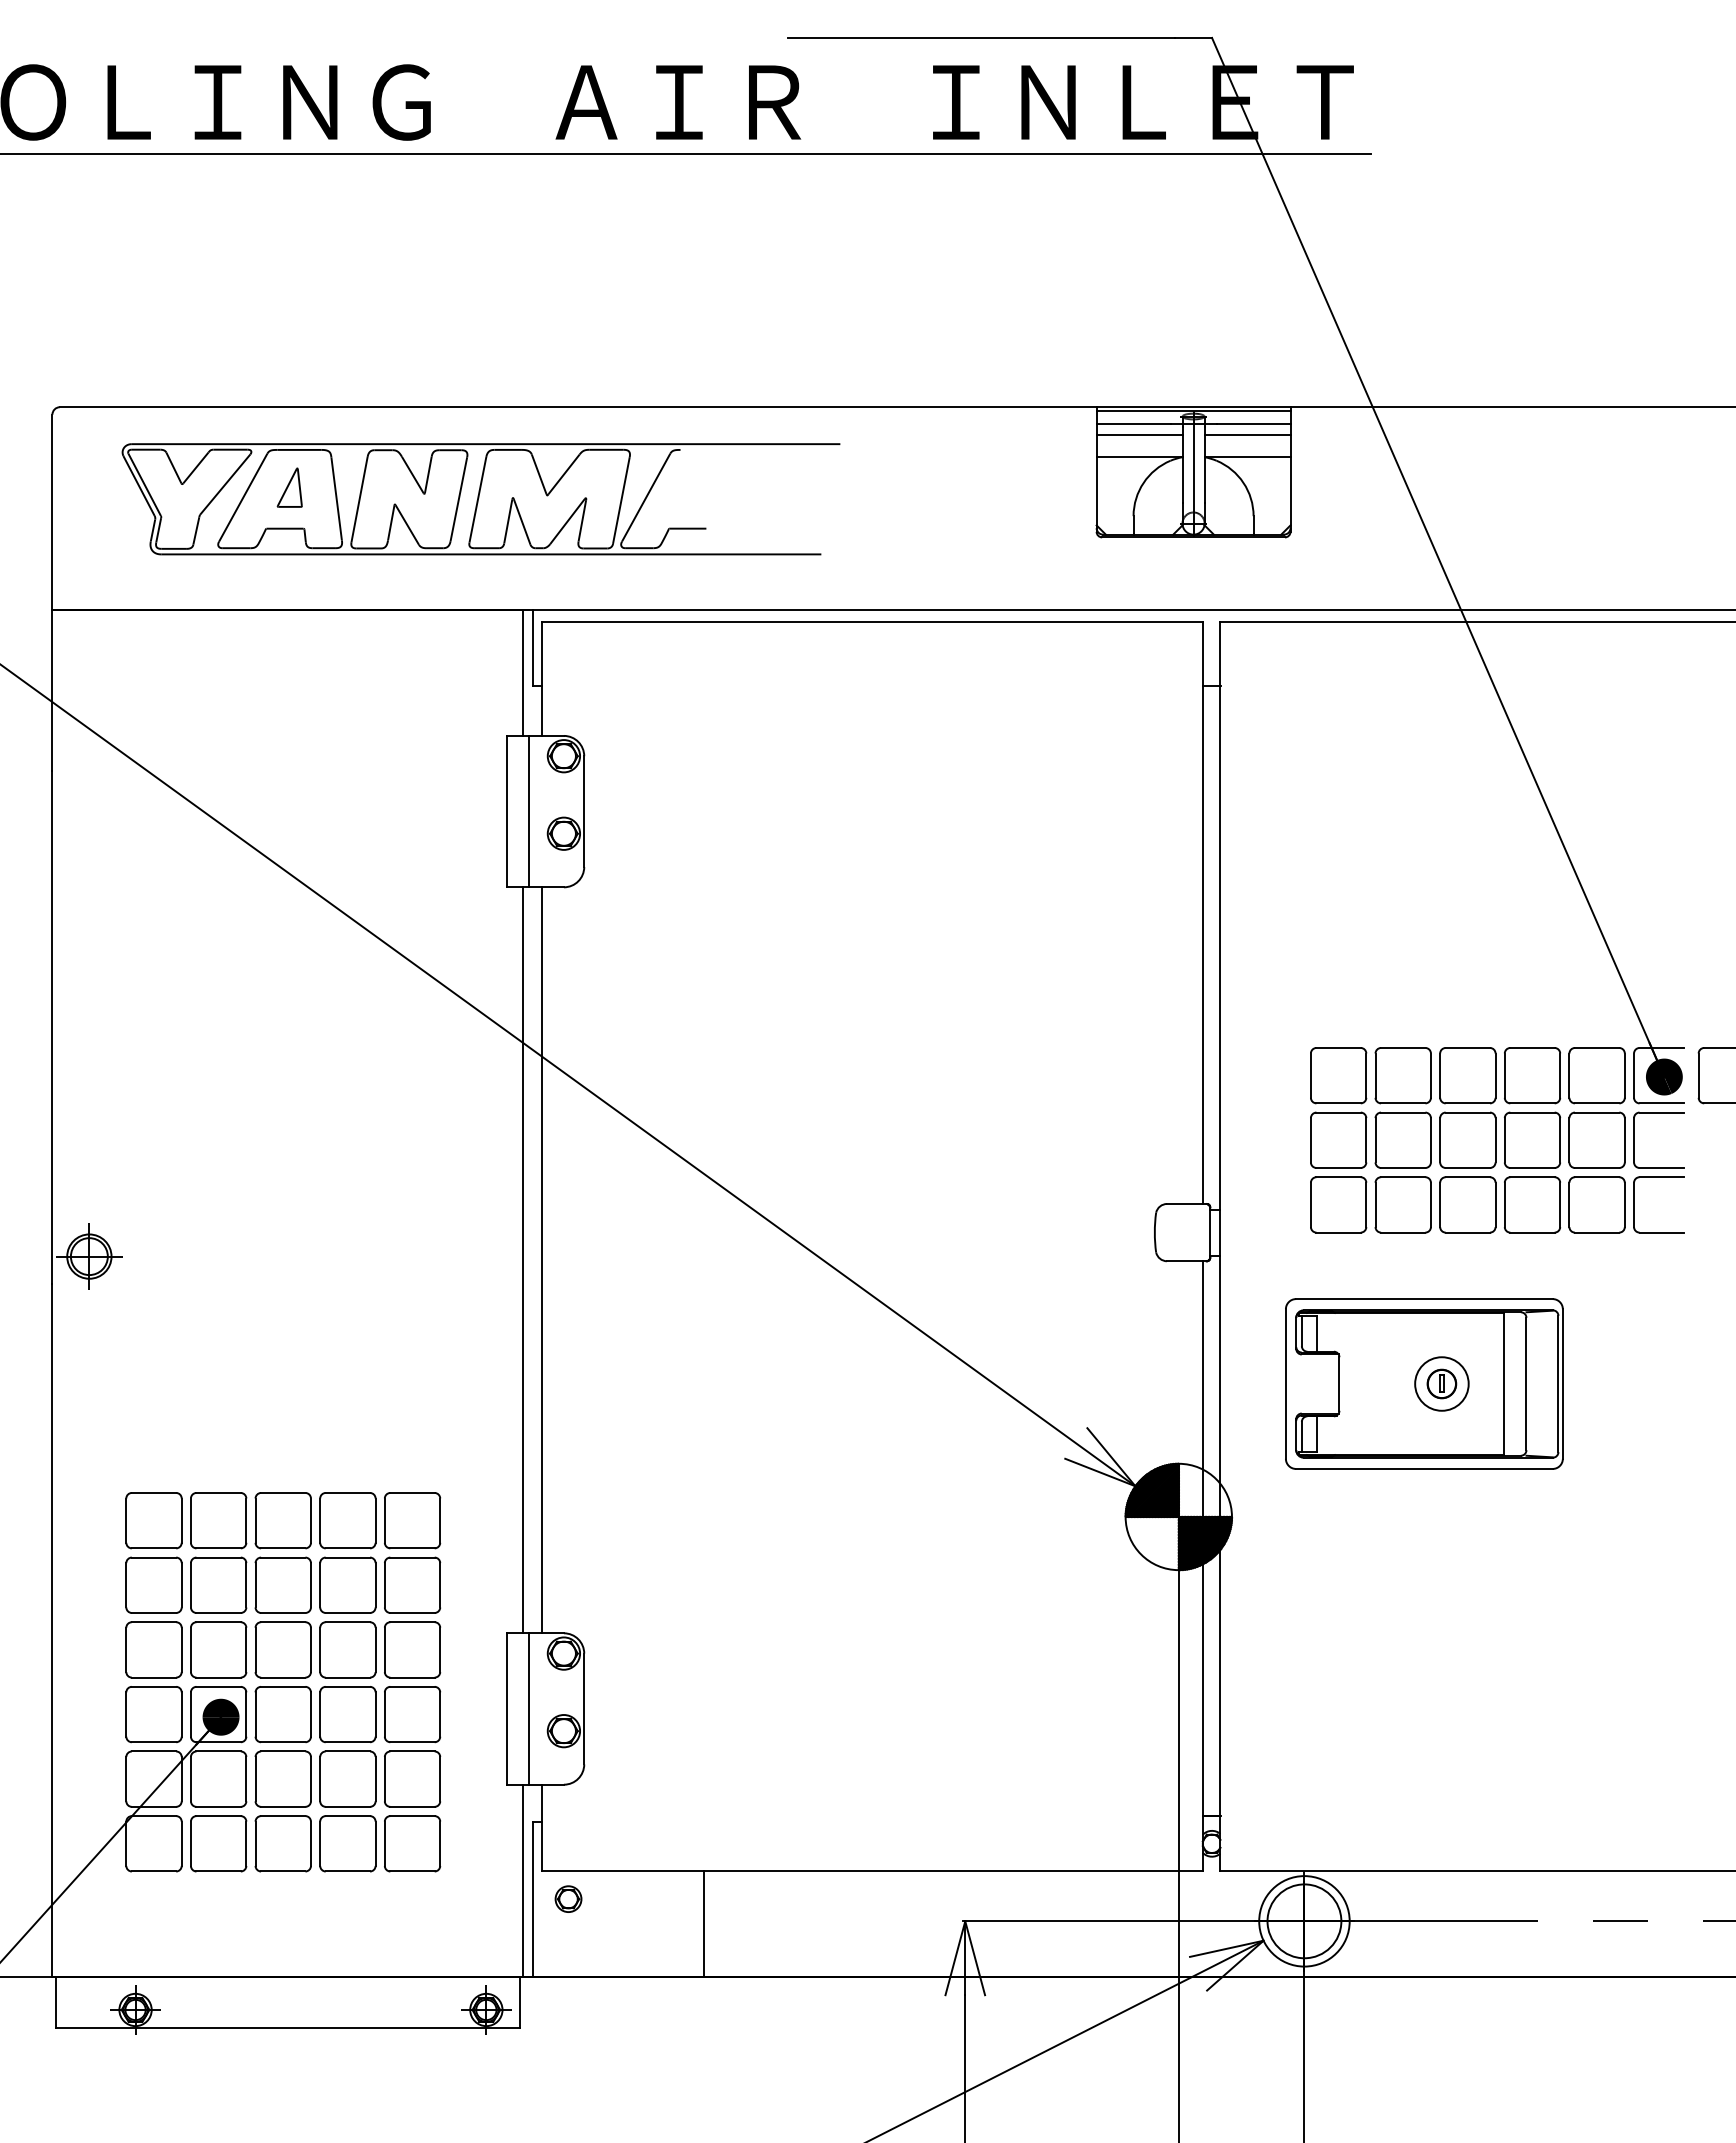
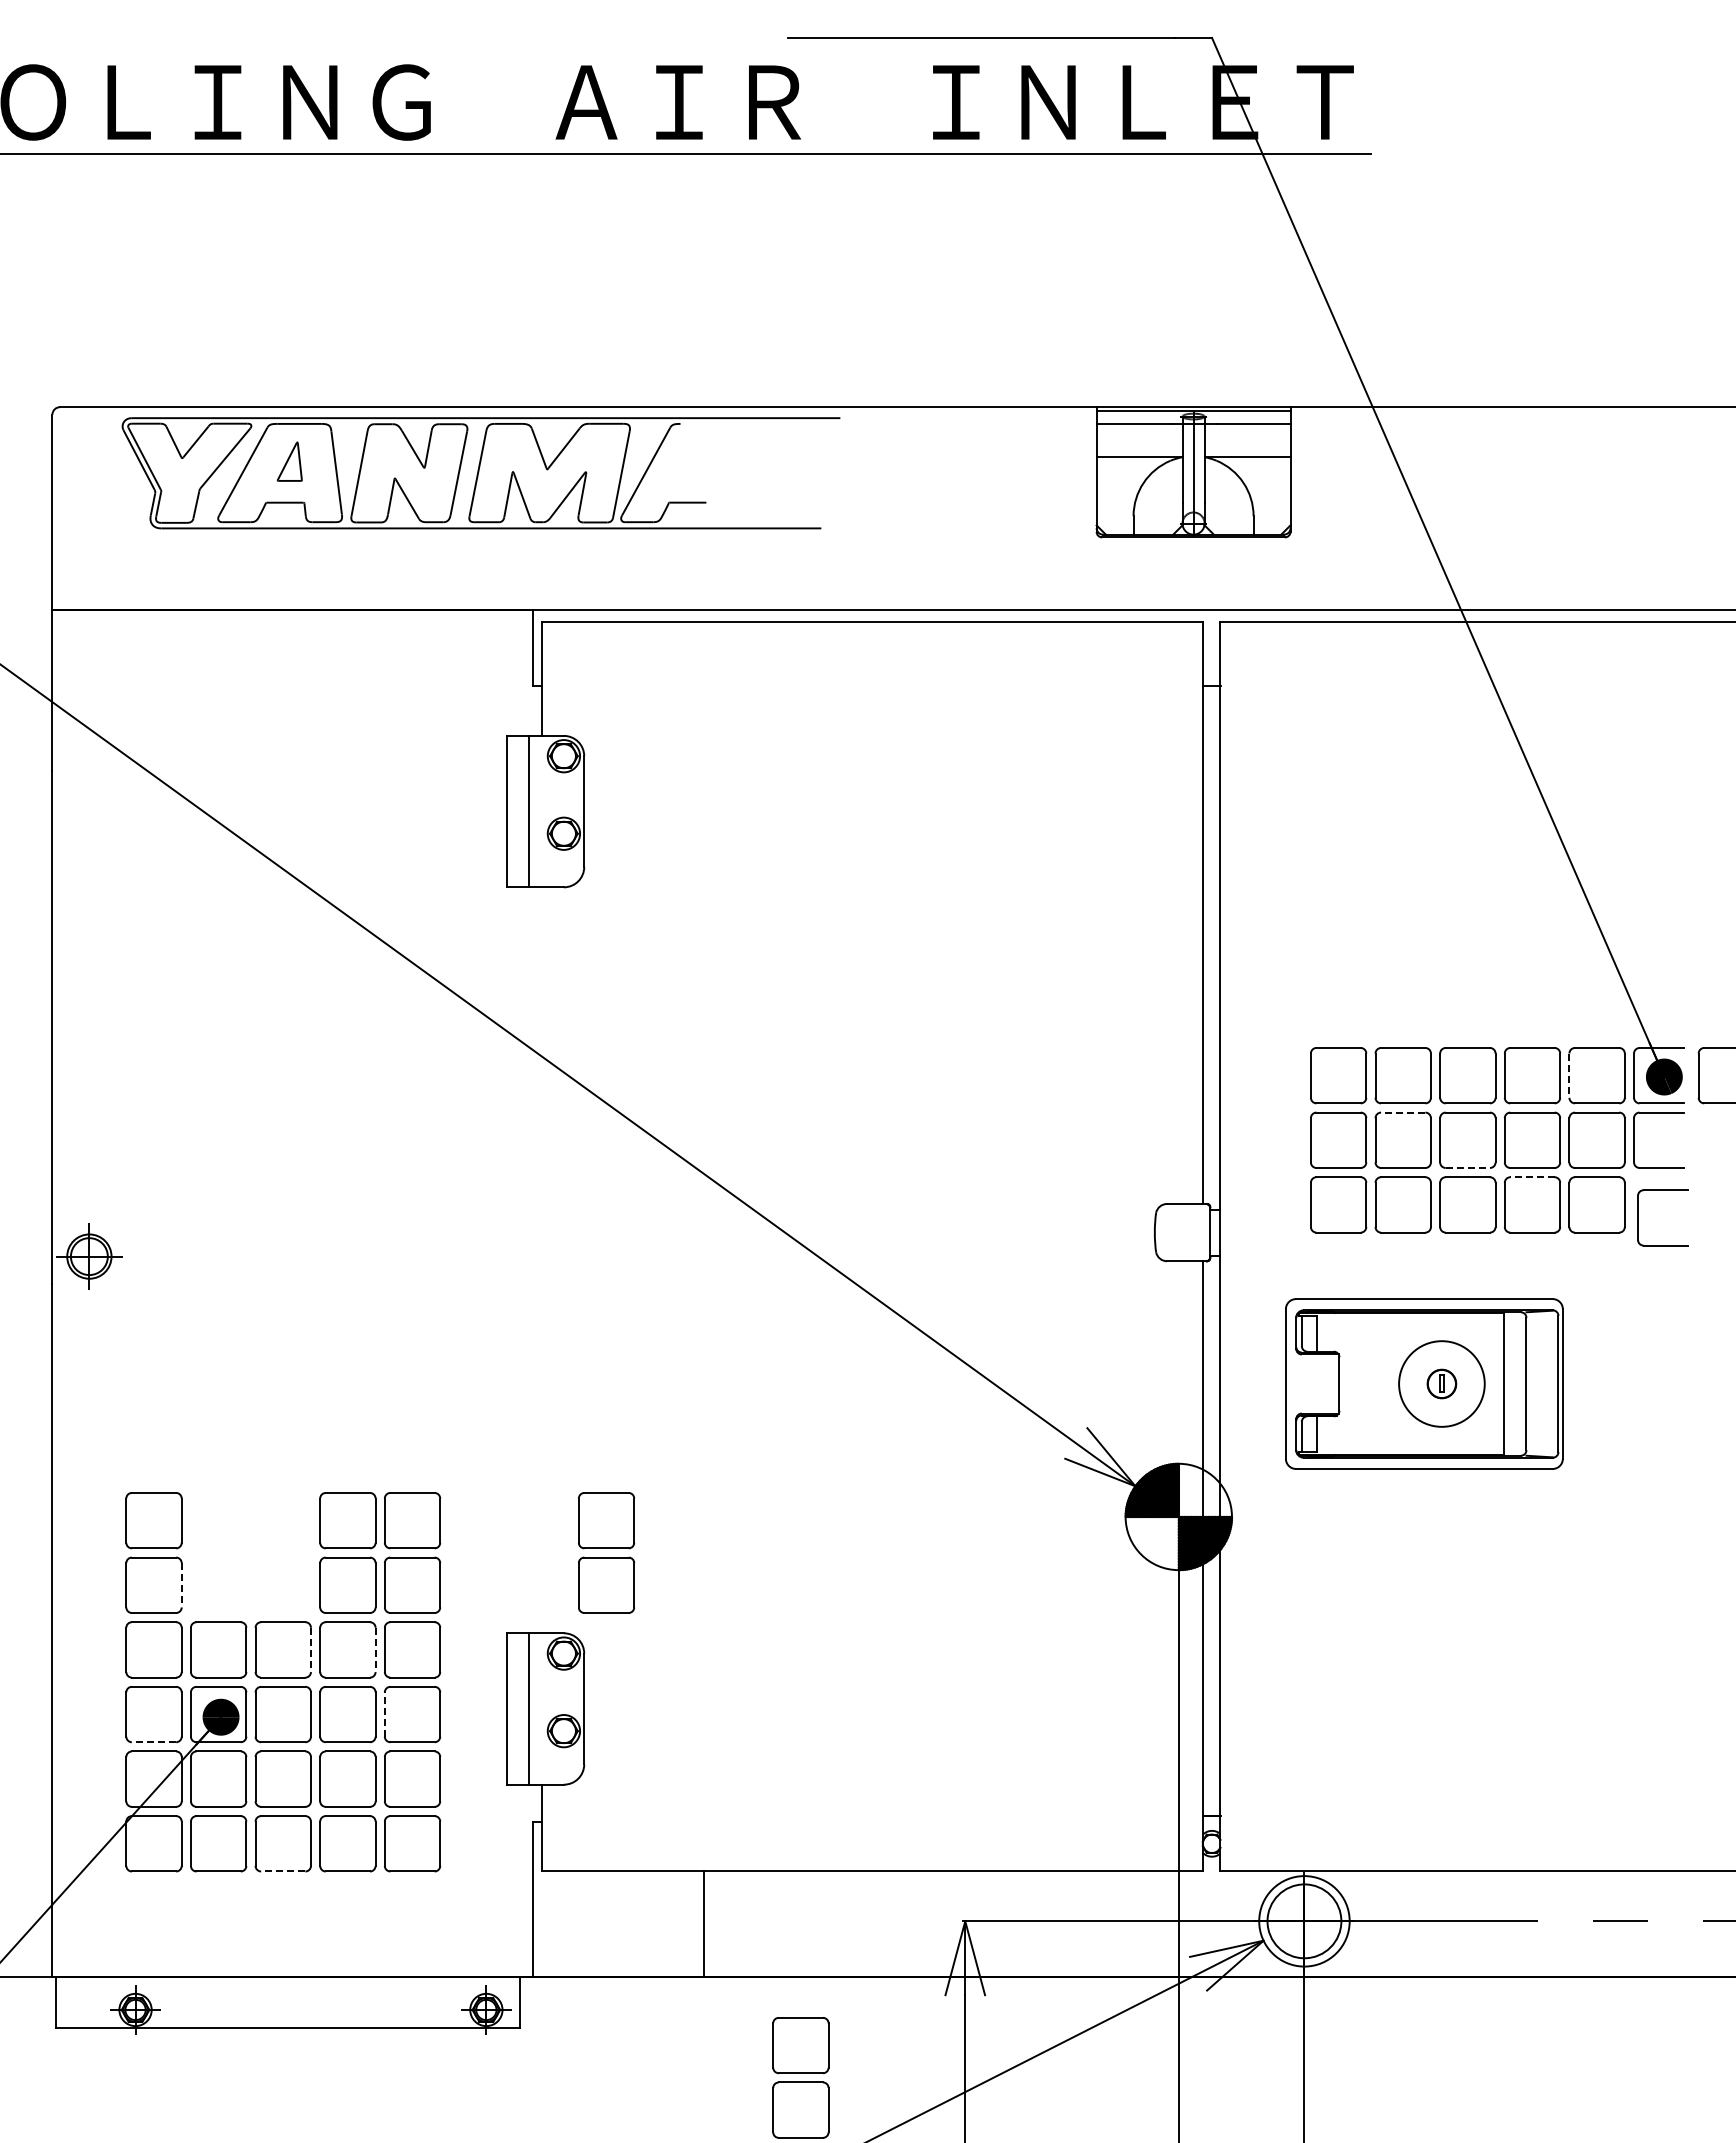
line at (1139, 434): present -> none
line at (1247, 434): present -> none
part at (480, 499) position: (480, 499) -> (480, 473)
line at (523, 672): present -> none
line at (1569, 1076): solid -> dashed
line at (1402, 1112): solid -> dashed
line at (1468, 1167): solid -> dashed
line at (1532, 1177): solid -> dashed
part at (1634, 1204) position: (1634, 1204) -> (1638, 1217)
line at (523, 1260): present -> none
line at (541, 1260): present -> none
circle at (1441, 1383) diameter: 54 px -> 86 px
part at (245, 1547): present -> none
part at (606, 1552): none -> present
line at (181, 1585): solid -> dashed
line at (310, 1650): solid -> dashed
line at (375, 1650): solid -> dashed
line at (384, 1714): solid -> dashed
line at (153, 1742): solid -> dashed
line at (282, 1871): solid -> dashed
line at (523, 1880): present -> none
part at (568, 1898): present -> none
part at (800, 2077): none -> present
